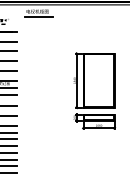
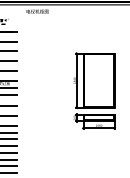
line at (38, 17): present -> none
